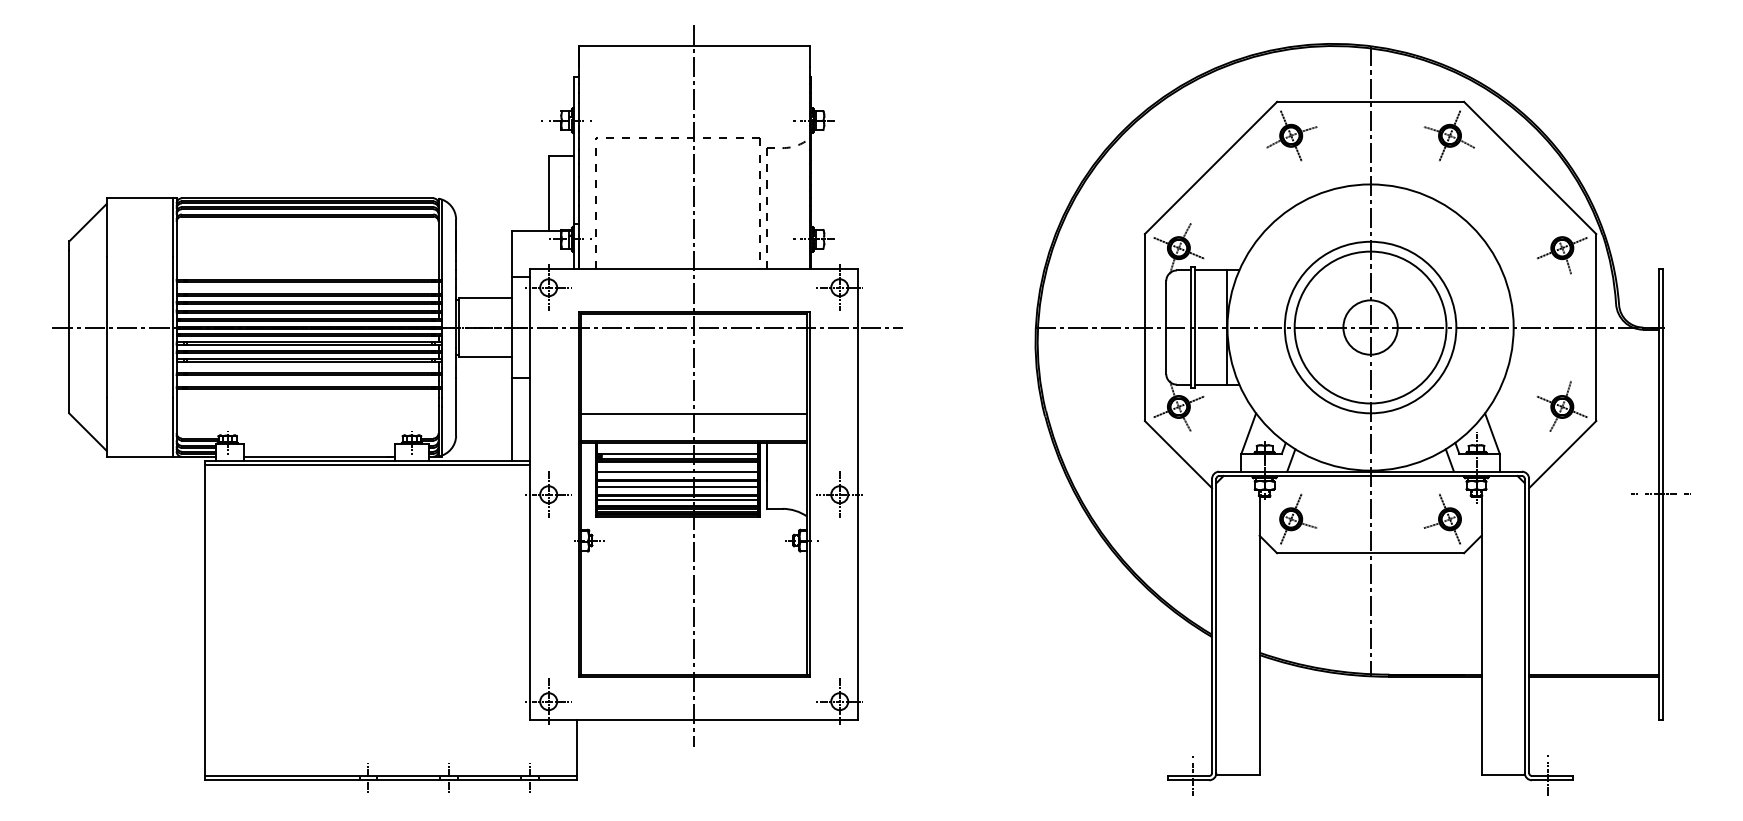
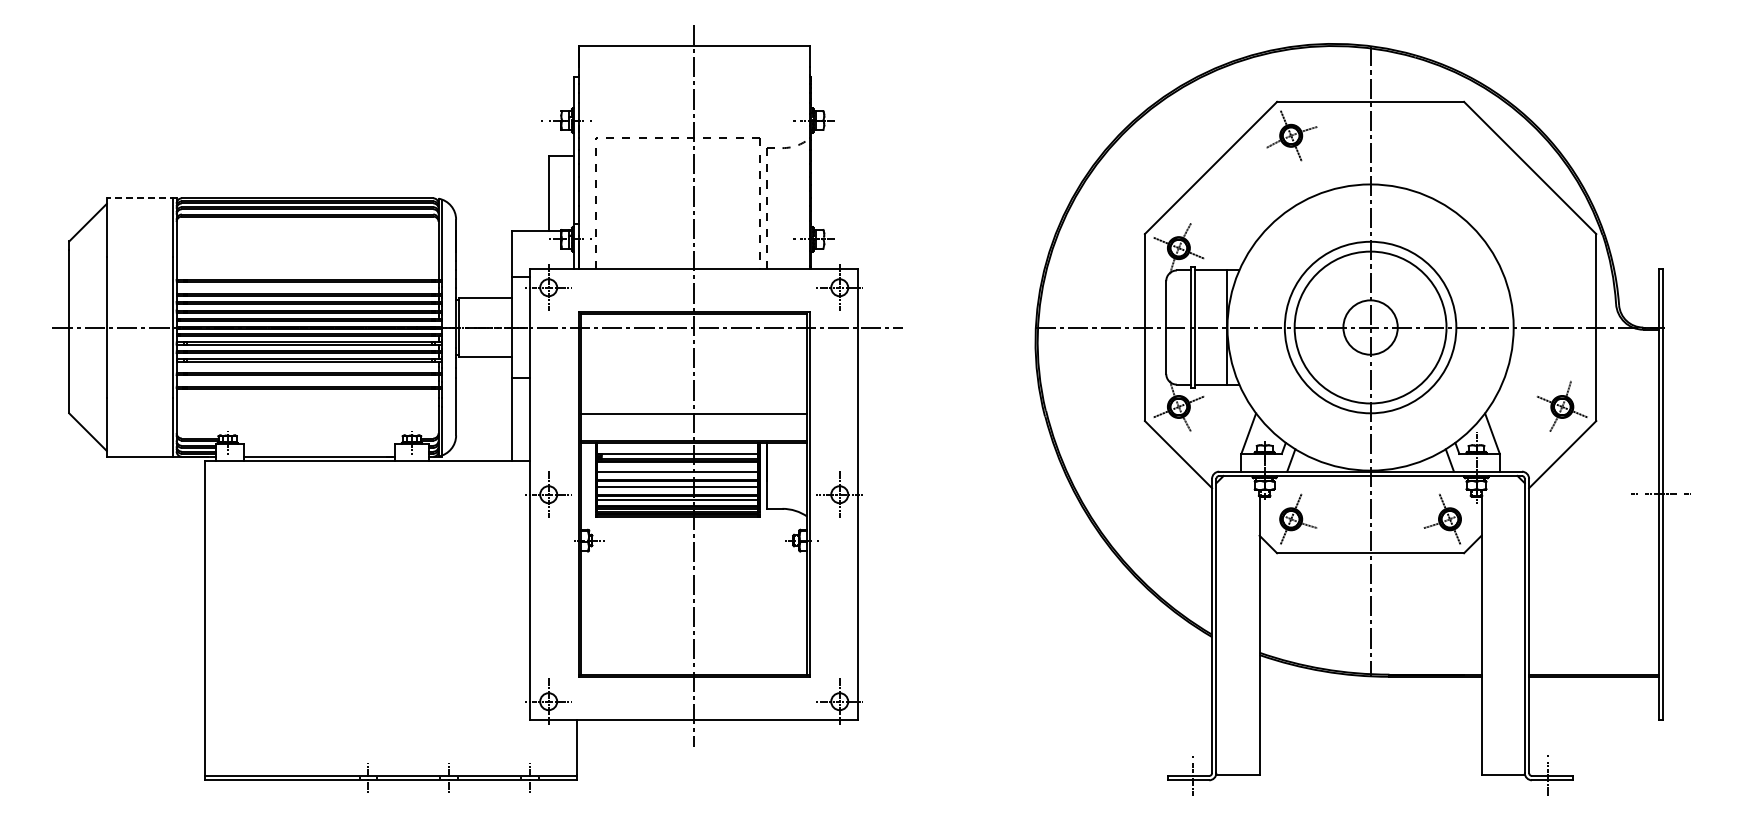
part at (1448, 135): present -> none
line at (141, 198): solid -> dashed
part at (1561, 255): present -> none
line at (367, 465): present -> none
